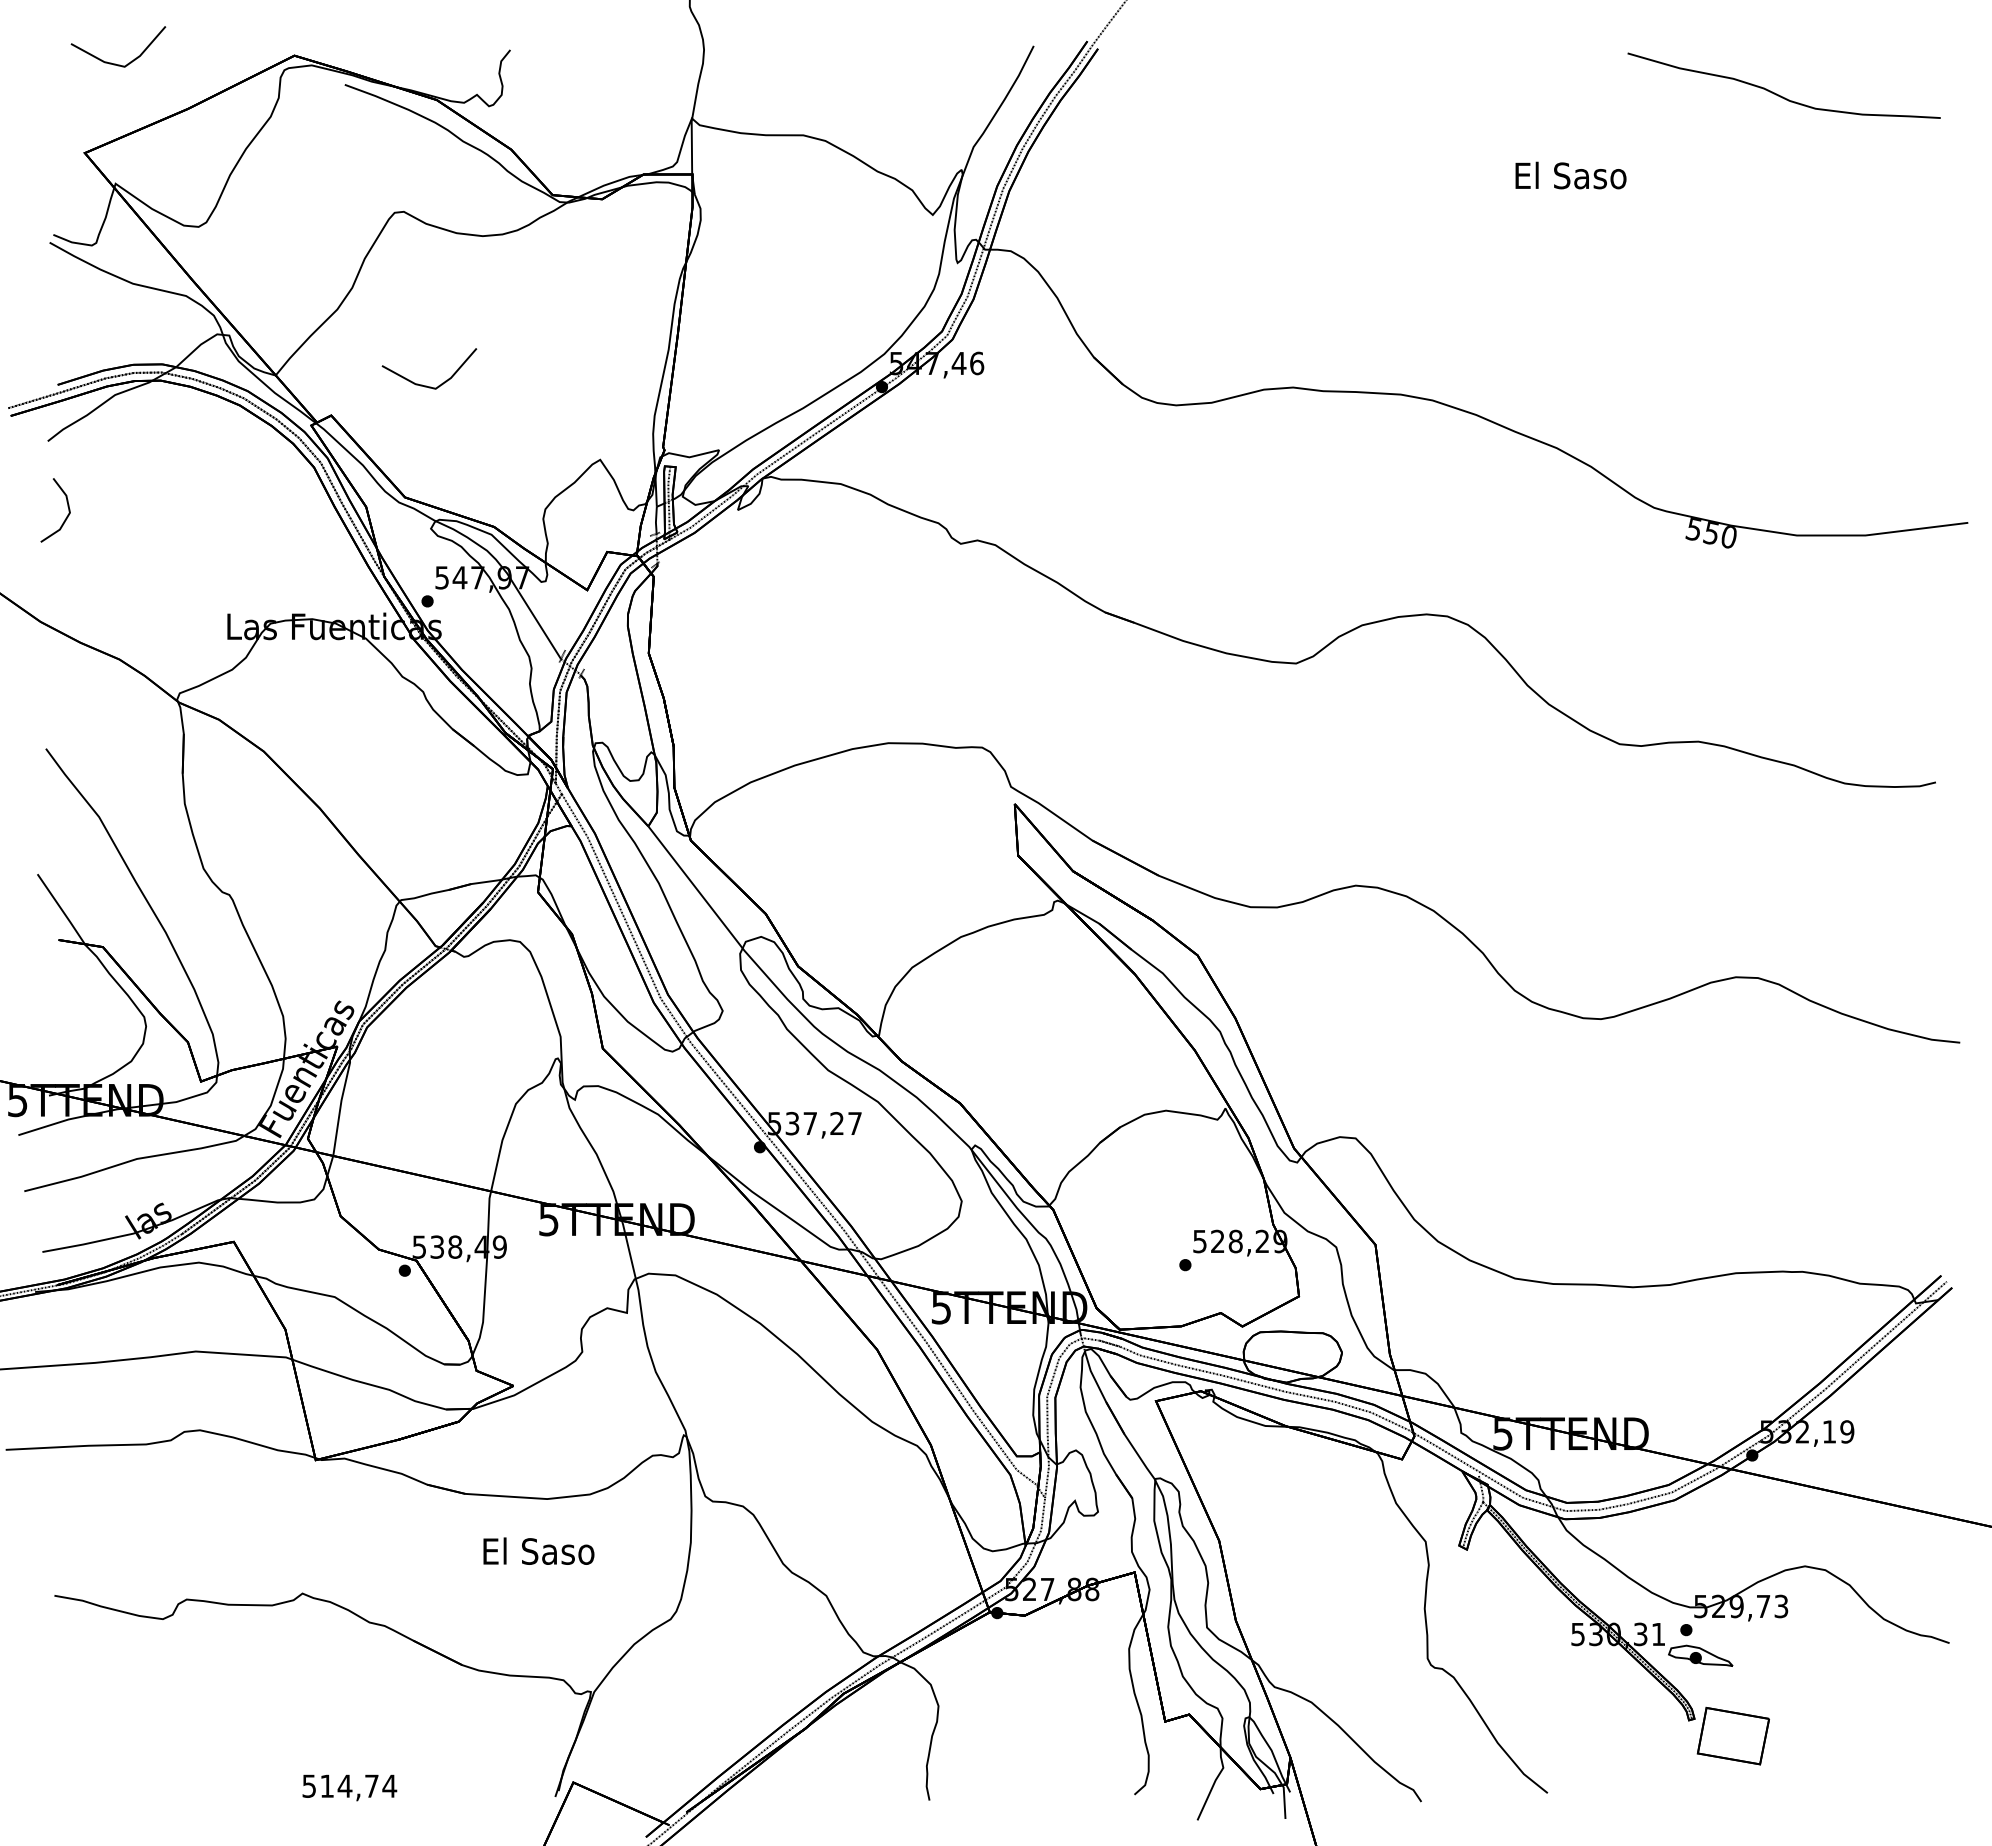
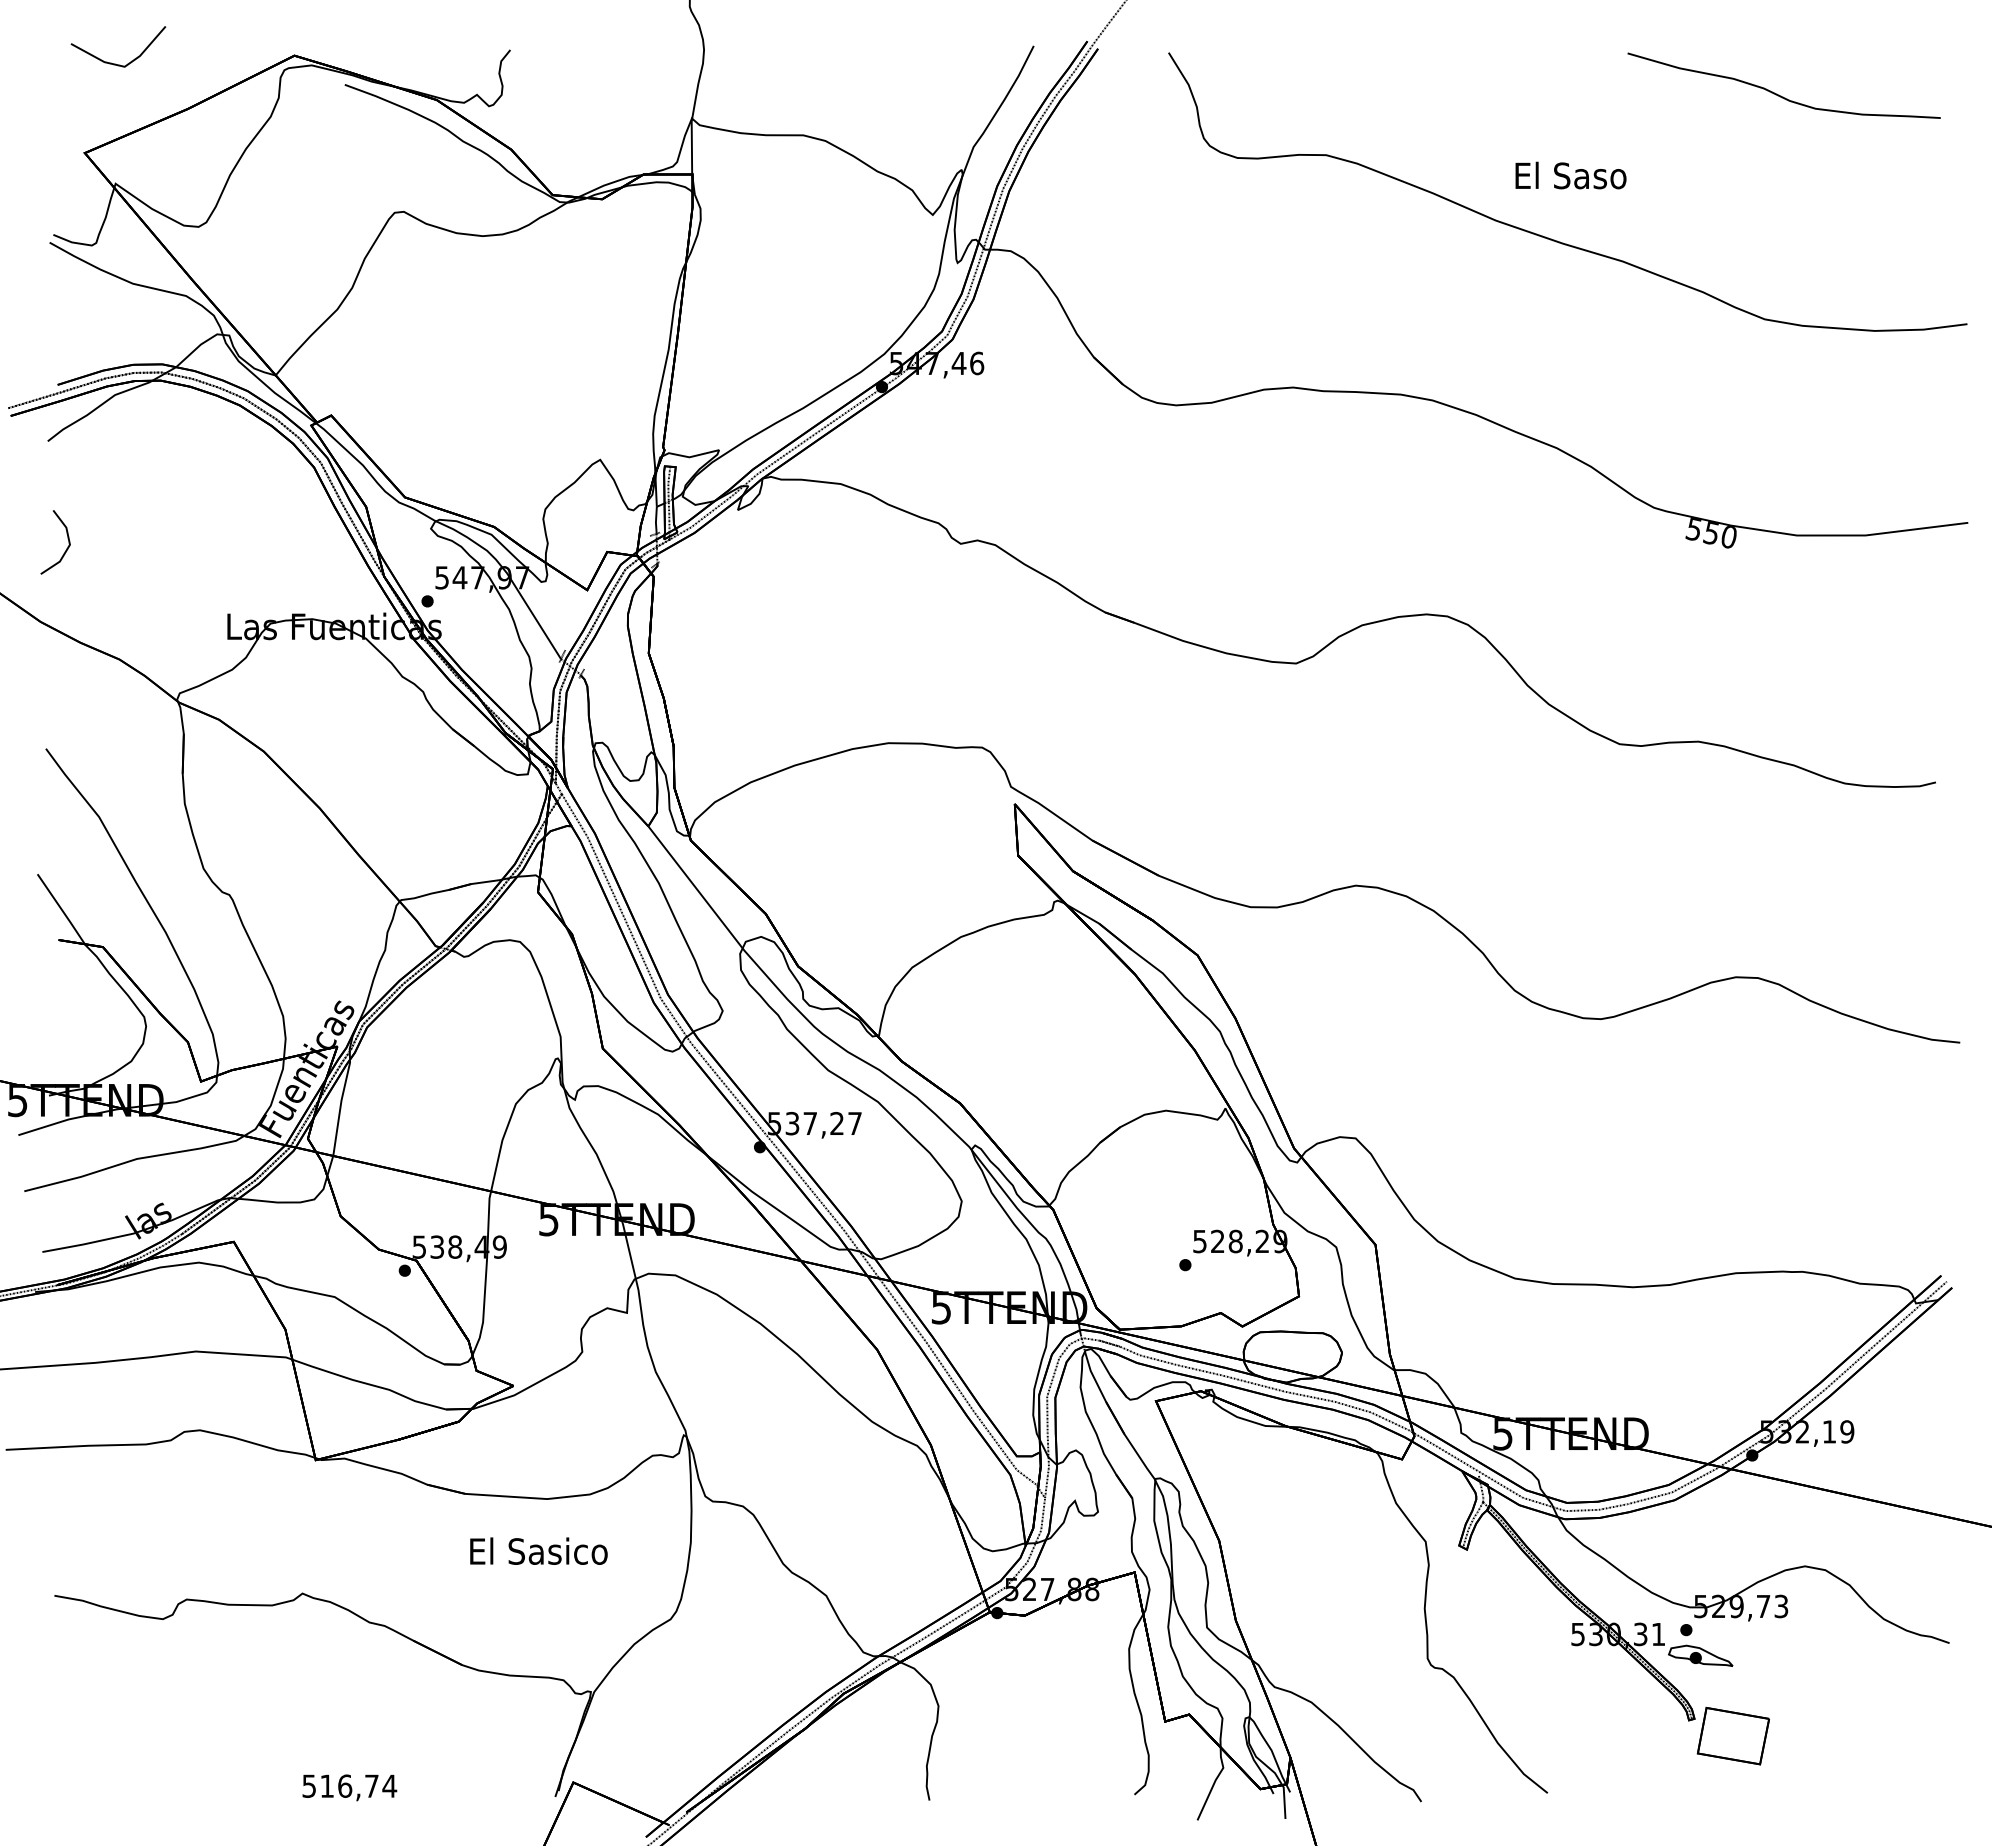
curve at (1551, 238): none -> present
part at (426, 385): present -> none
line at (66, 516) position: (66, 516) -> (66, 548)
text at (538, 1550): El Saso -> El Sasico
text at (344, 1785): 514,74 -> 516,74
